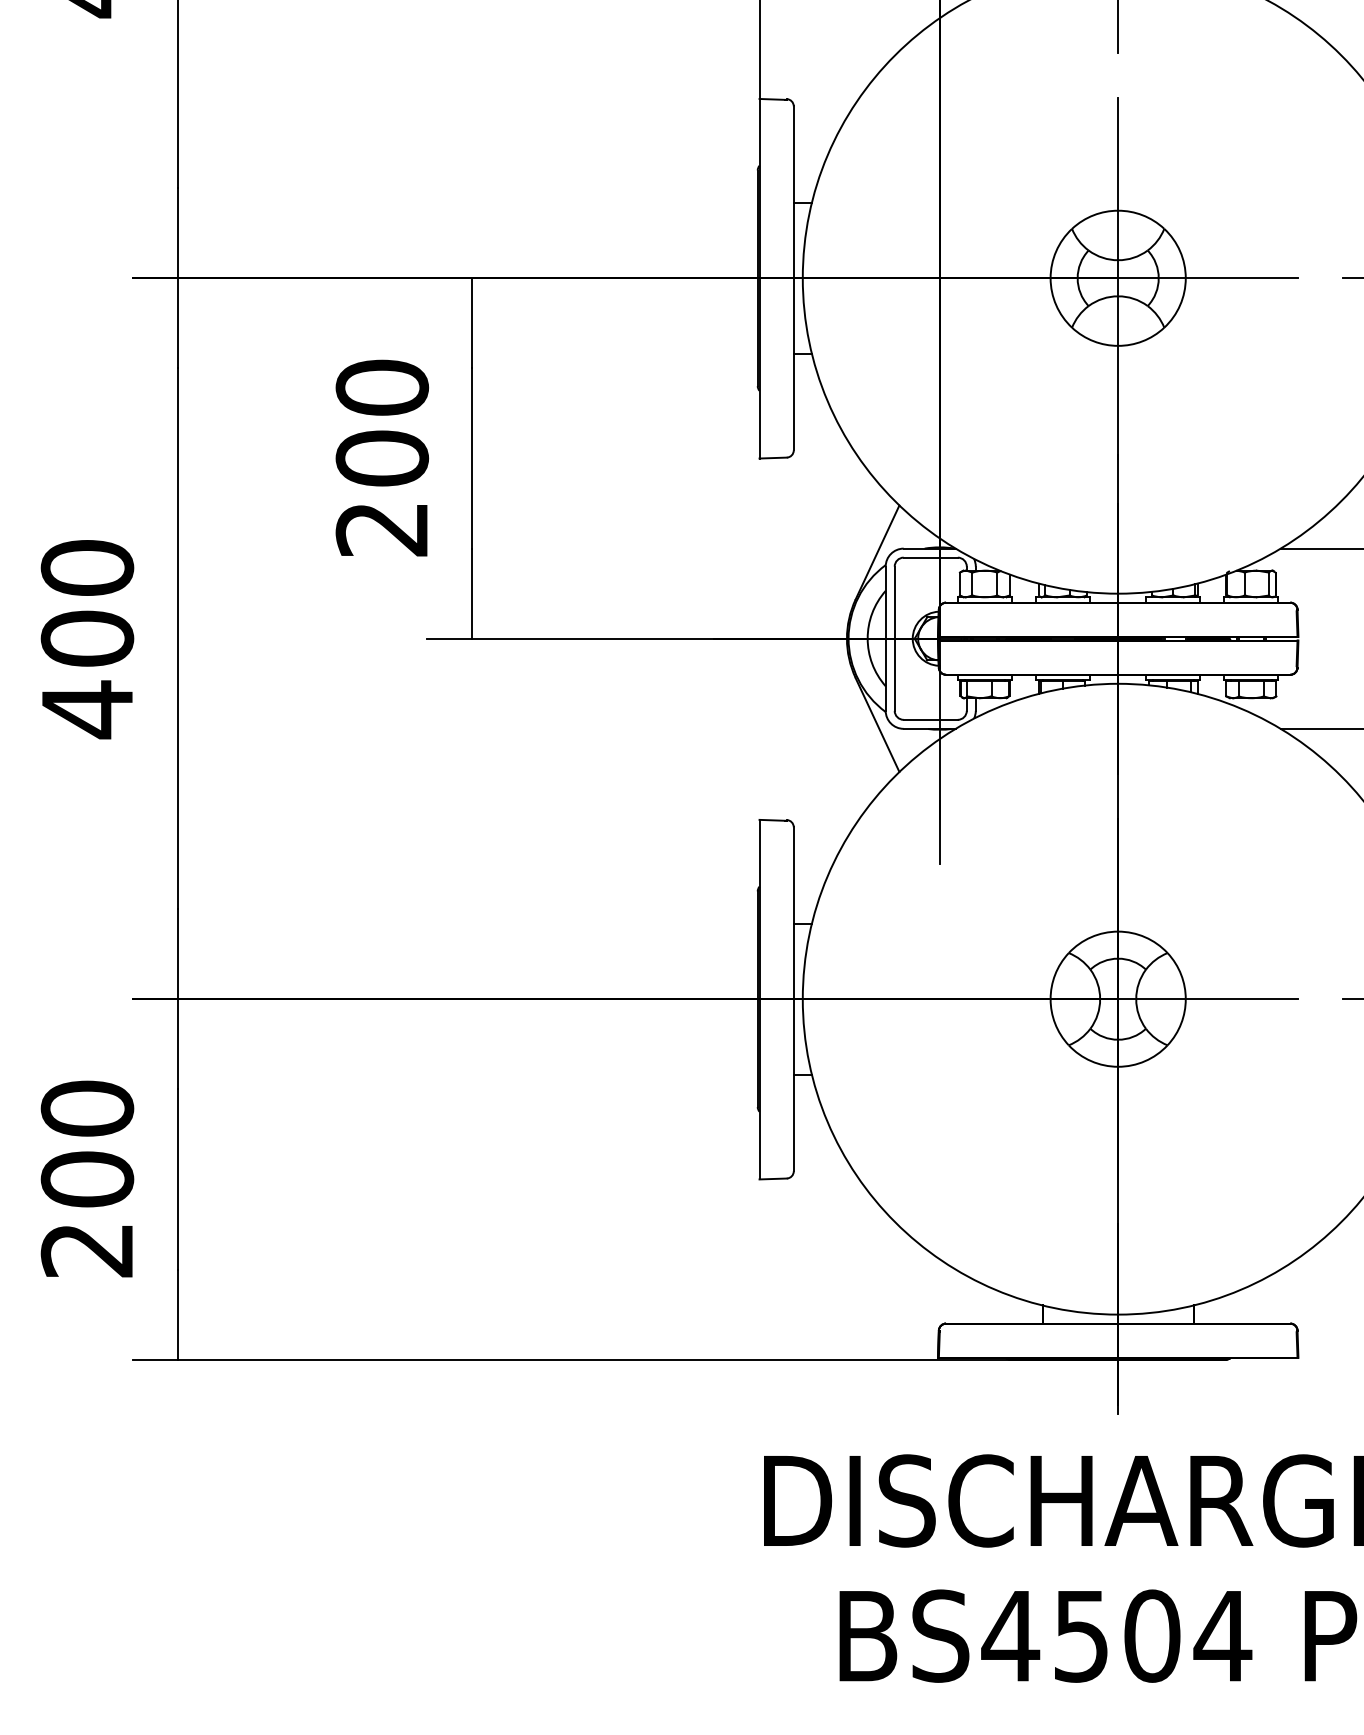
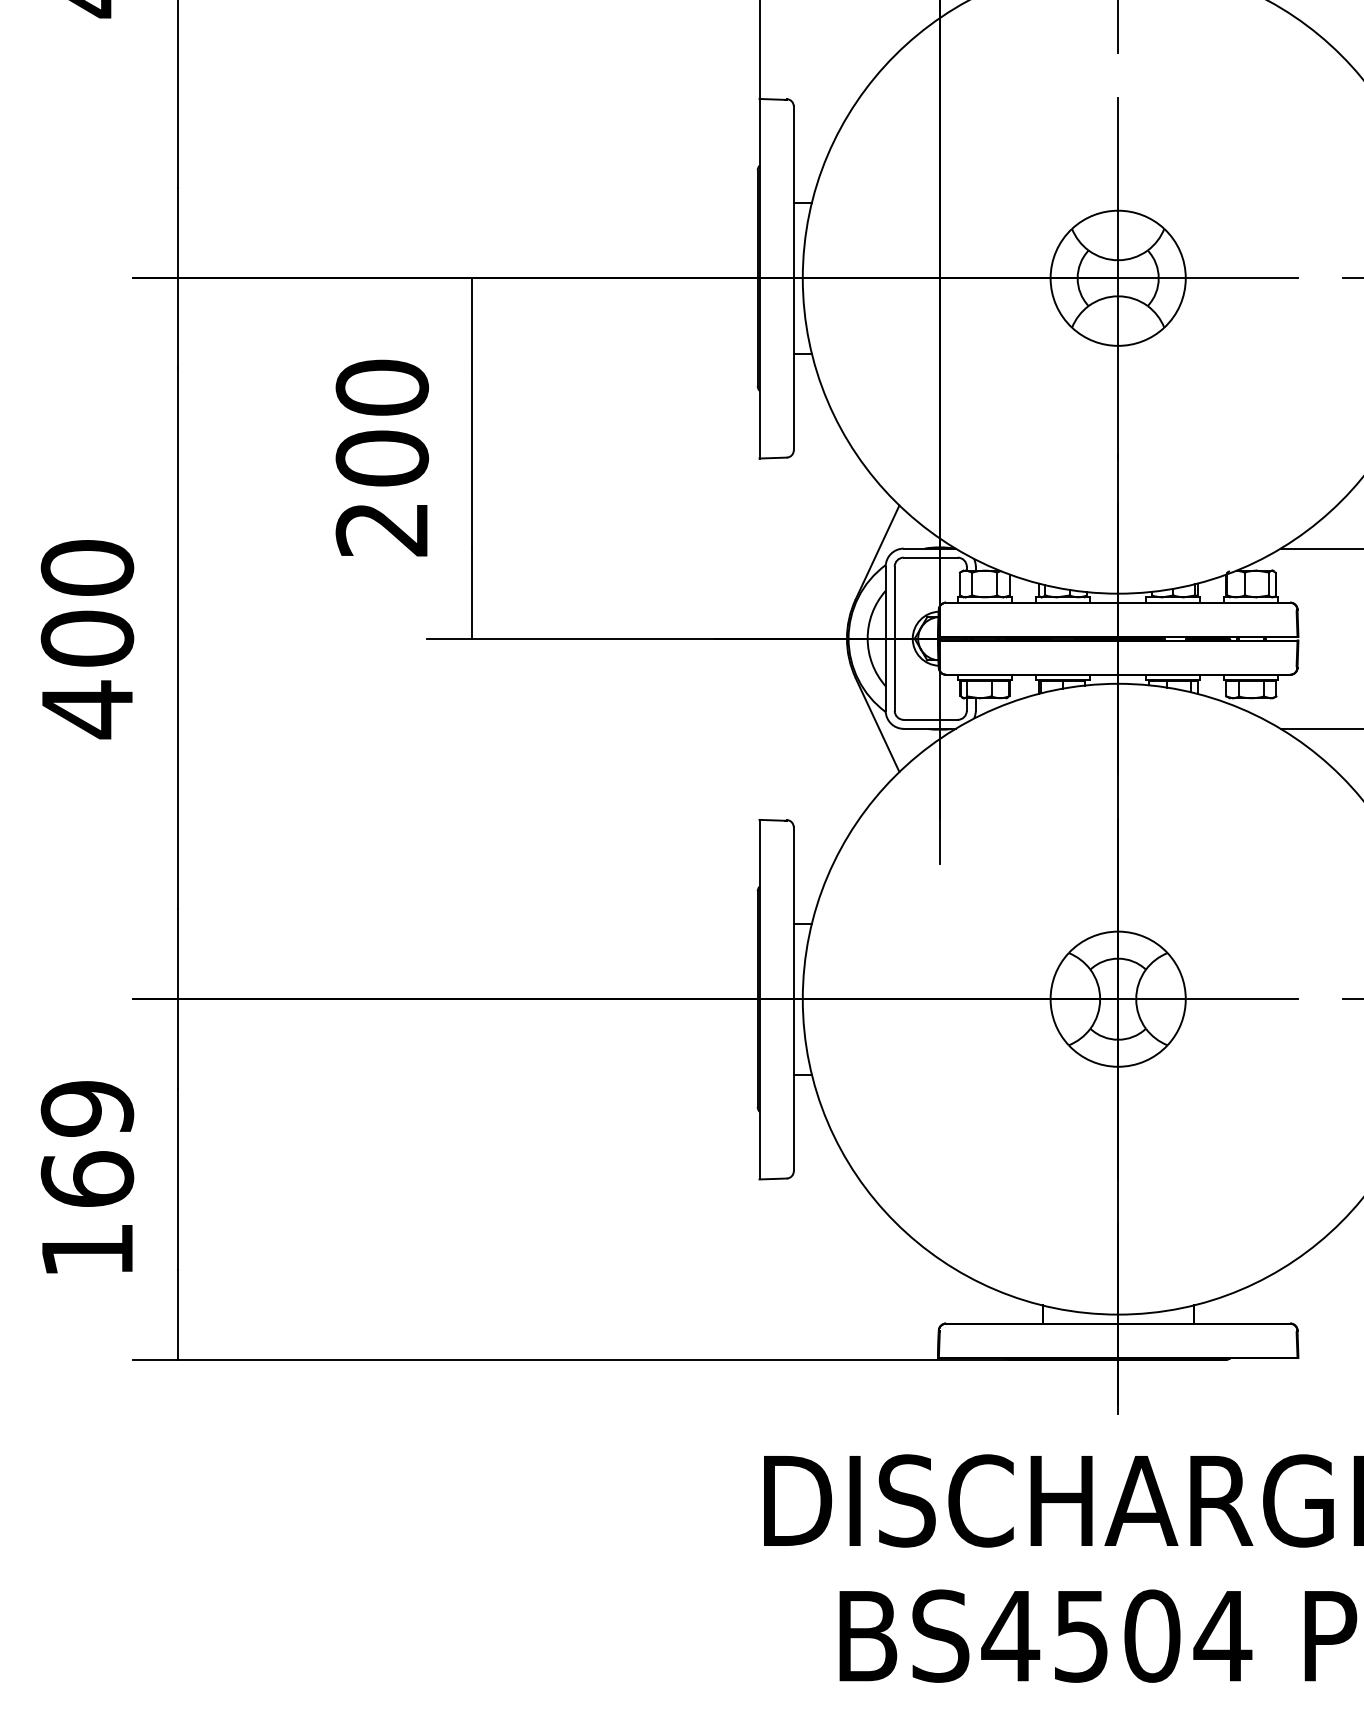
text at (87, 1178): 200 -> 169
